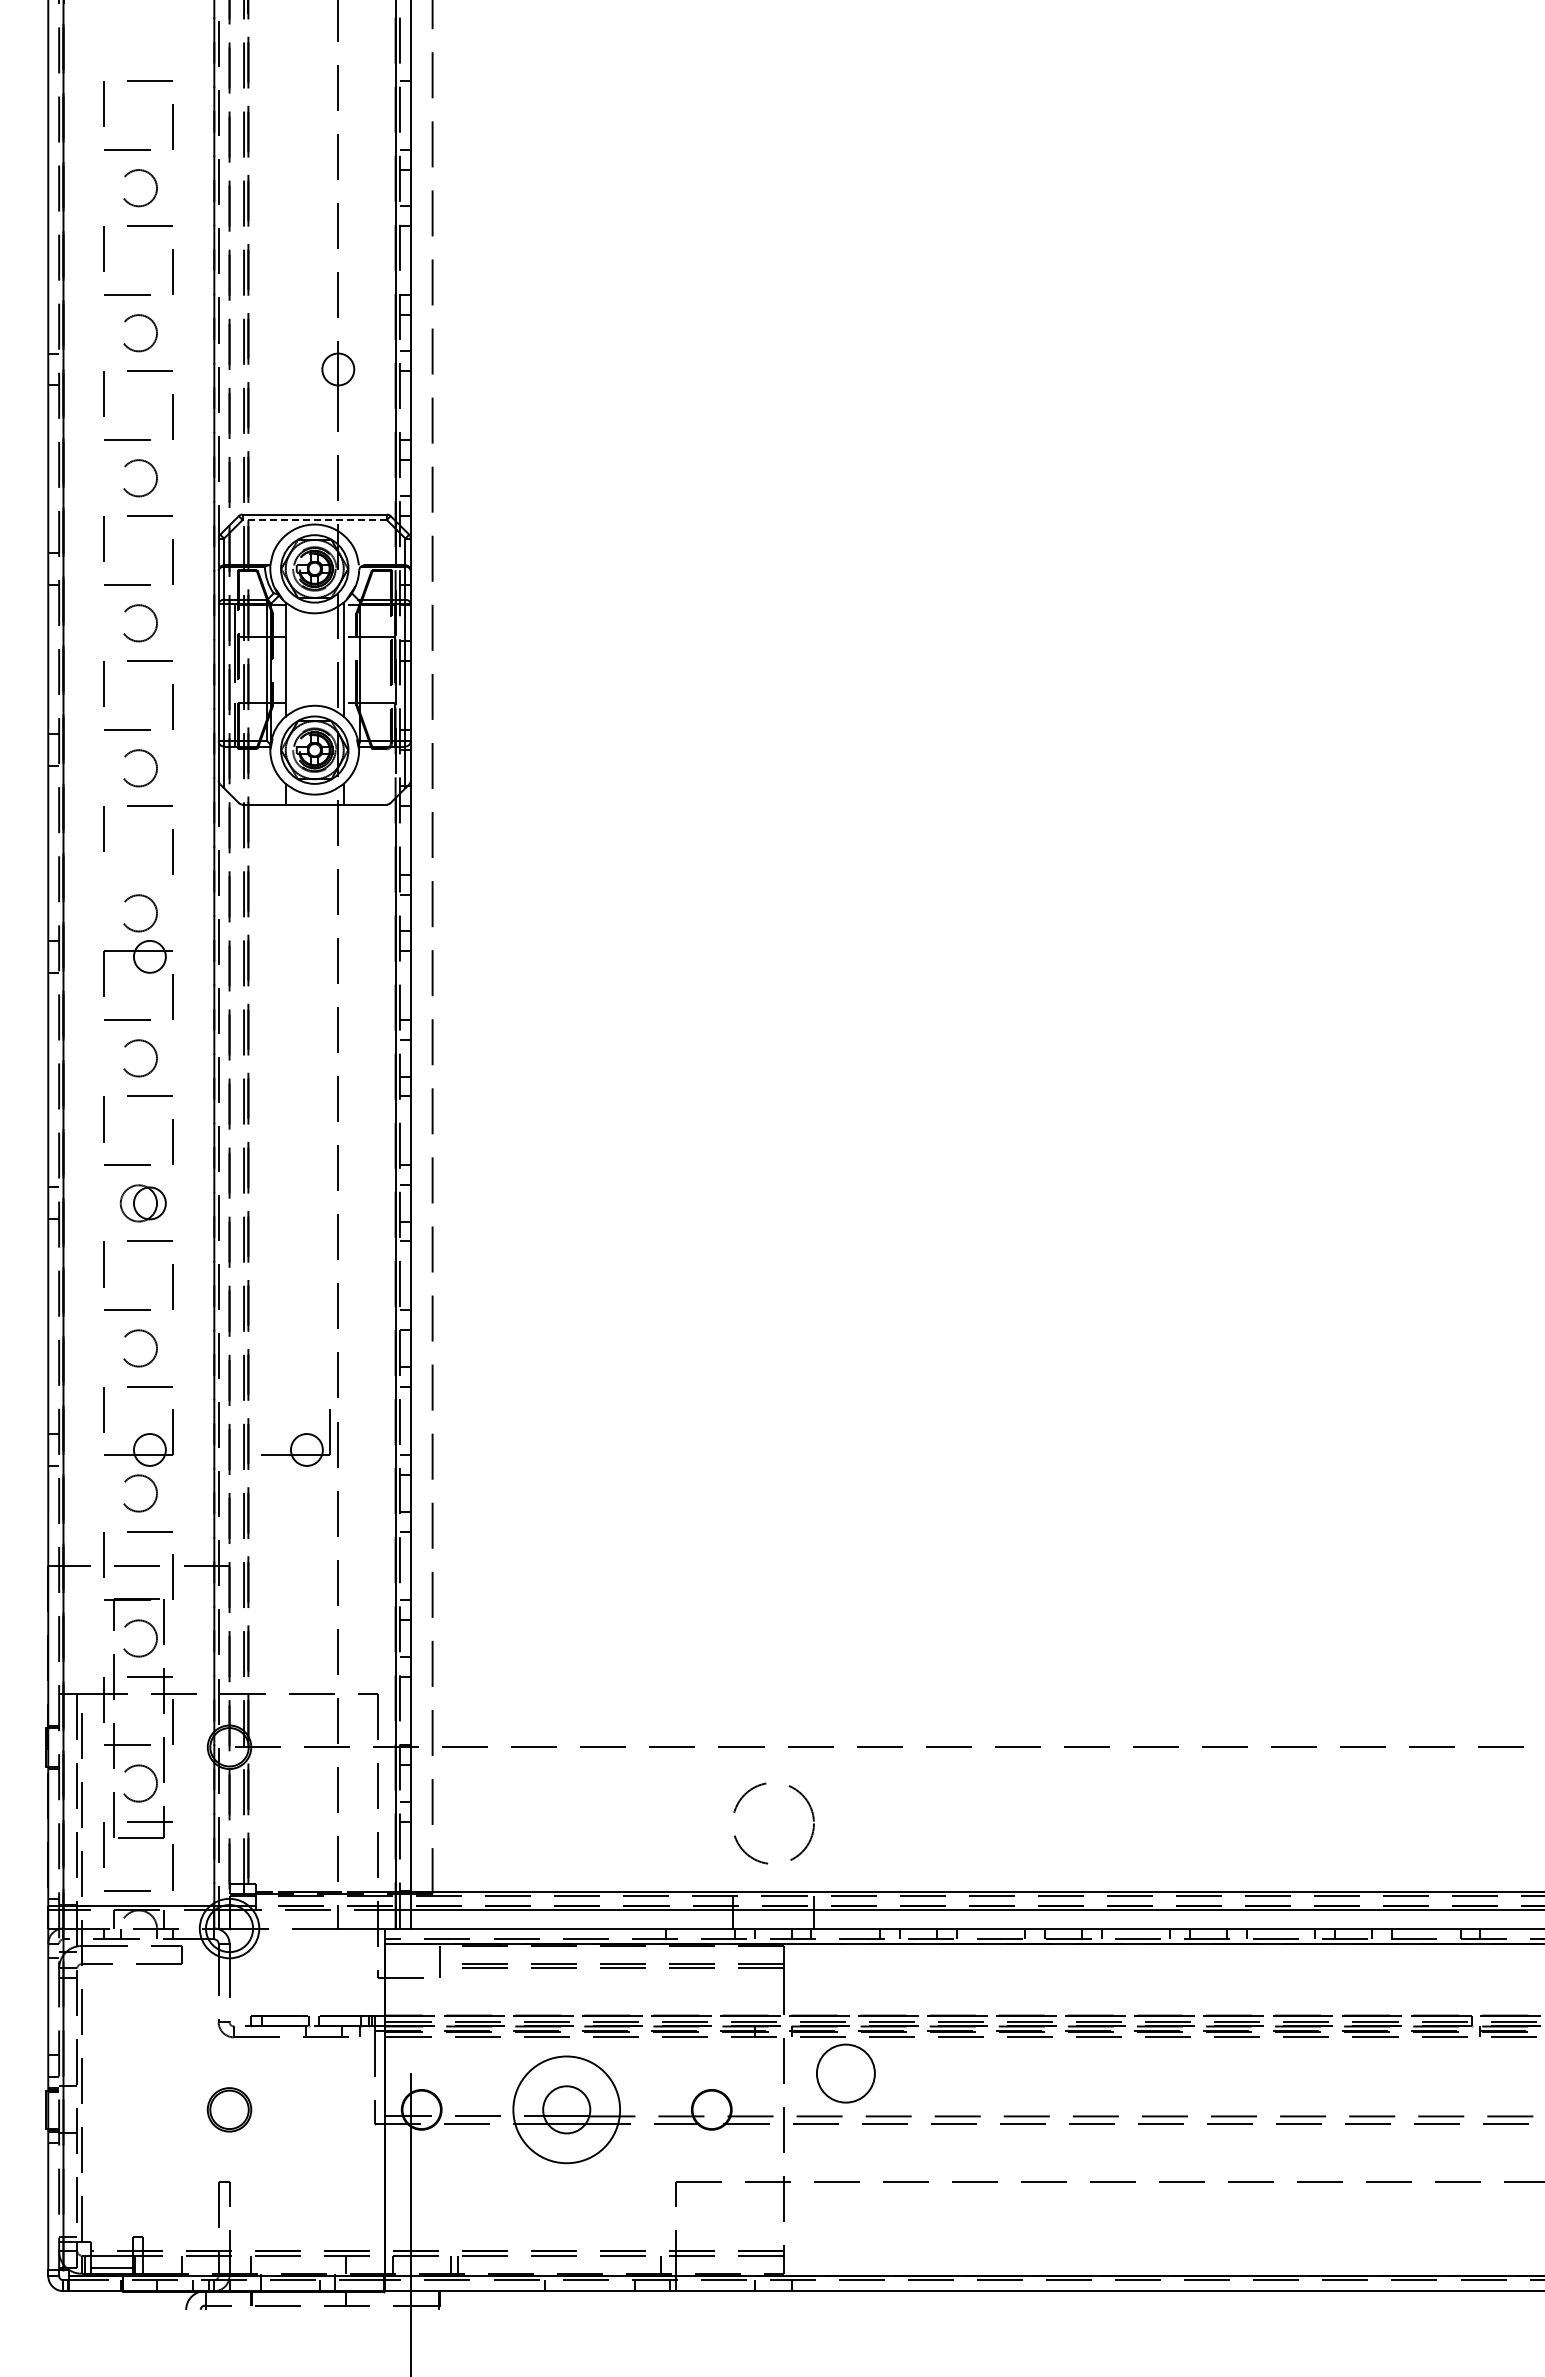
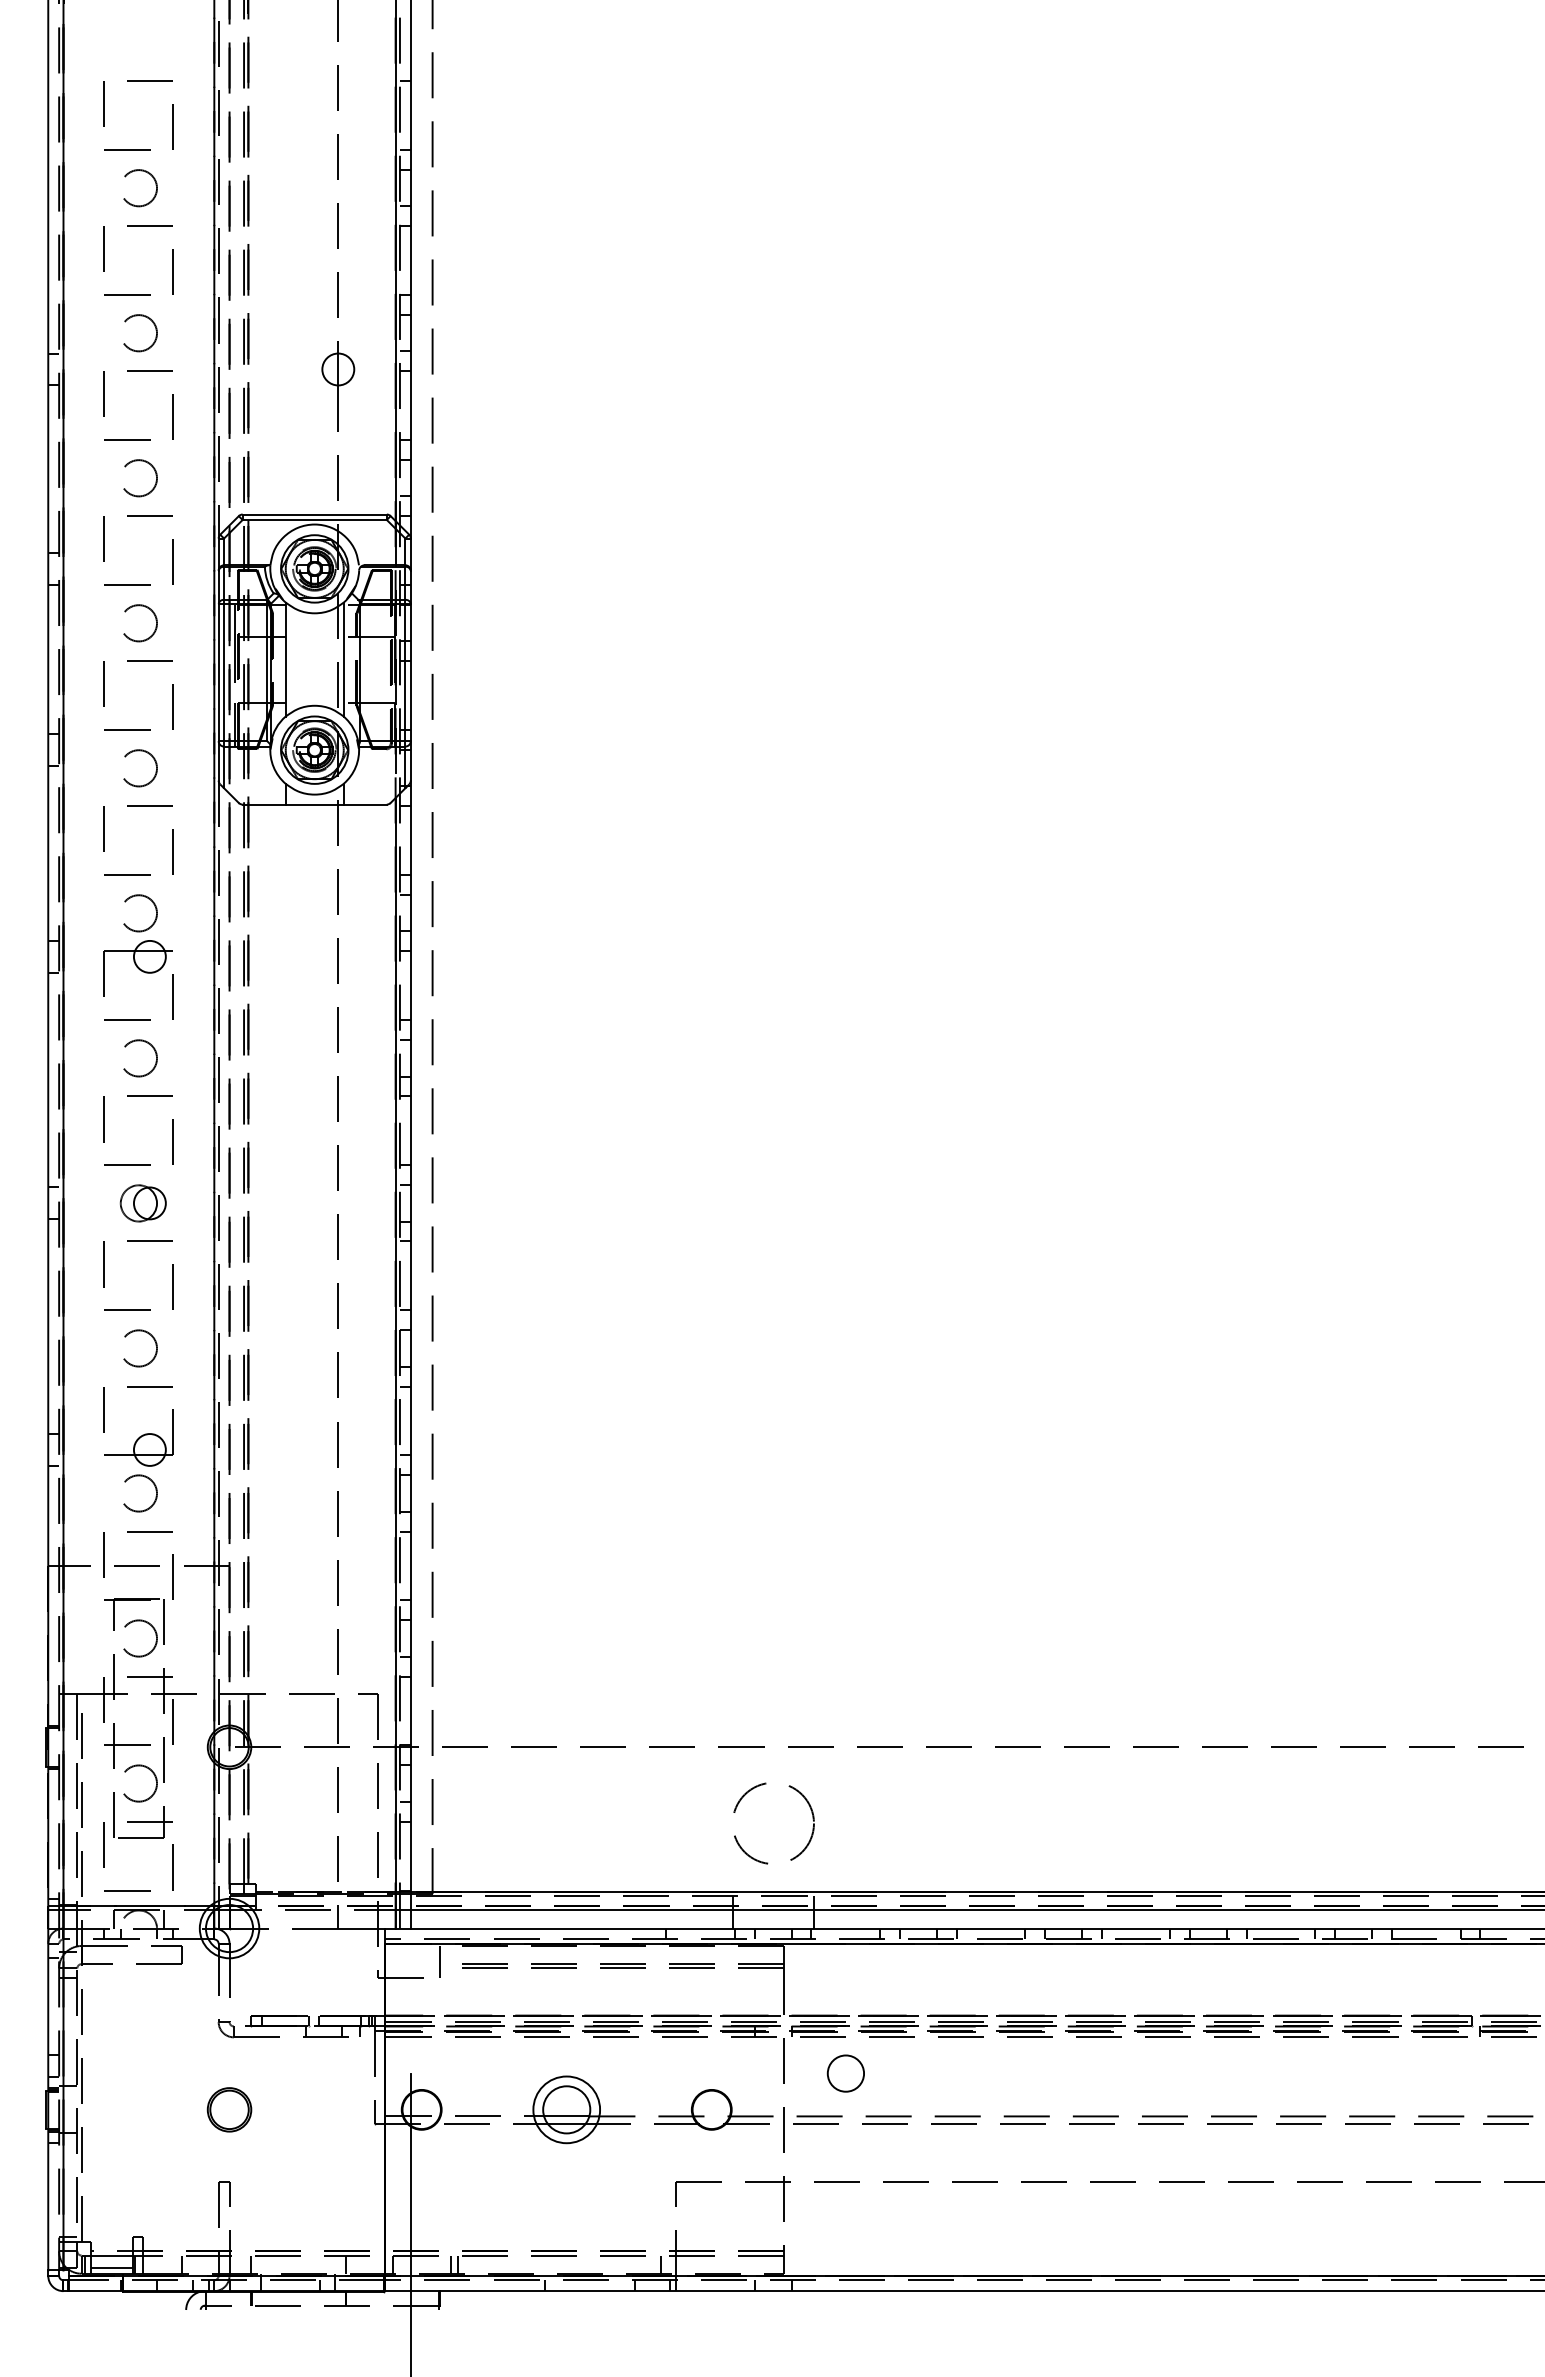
line at (314, 519): dashed -> solid
line at (127, 874): none -> present
part at (295, 1437): present -> none
circle at (845, 2073) diameter: 58 px -> 36 px
circle at (566, 2109) diameter: 107 px -> 67 px
